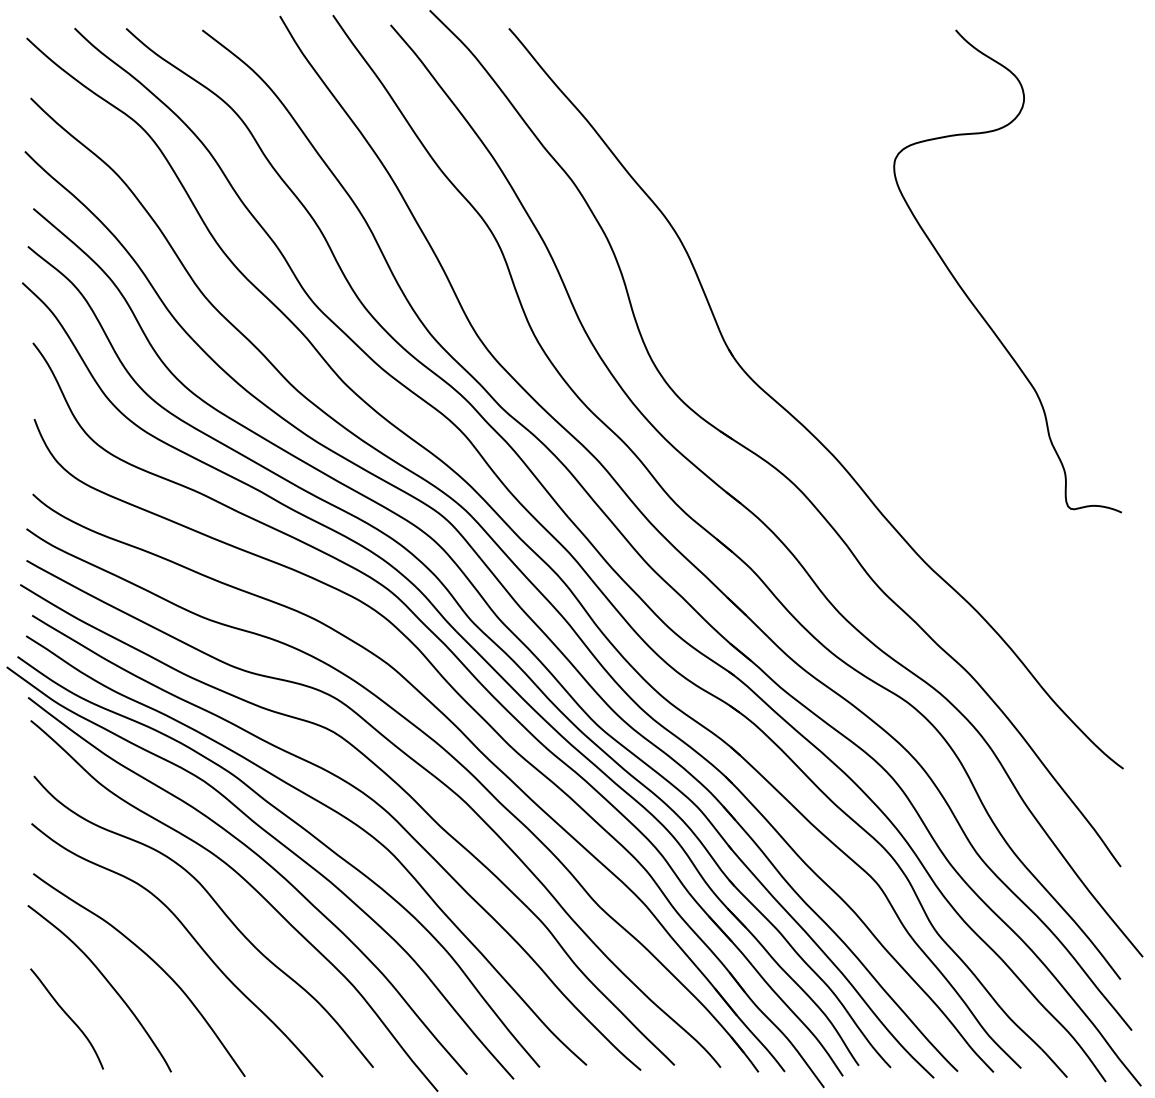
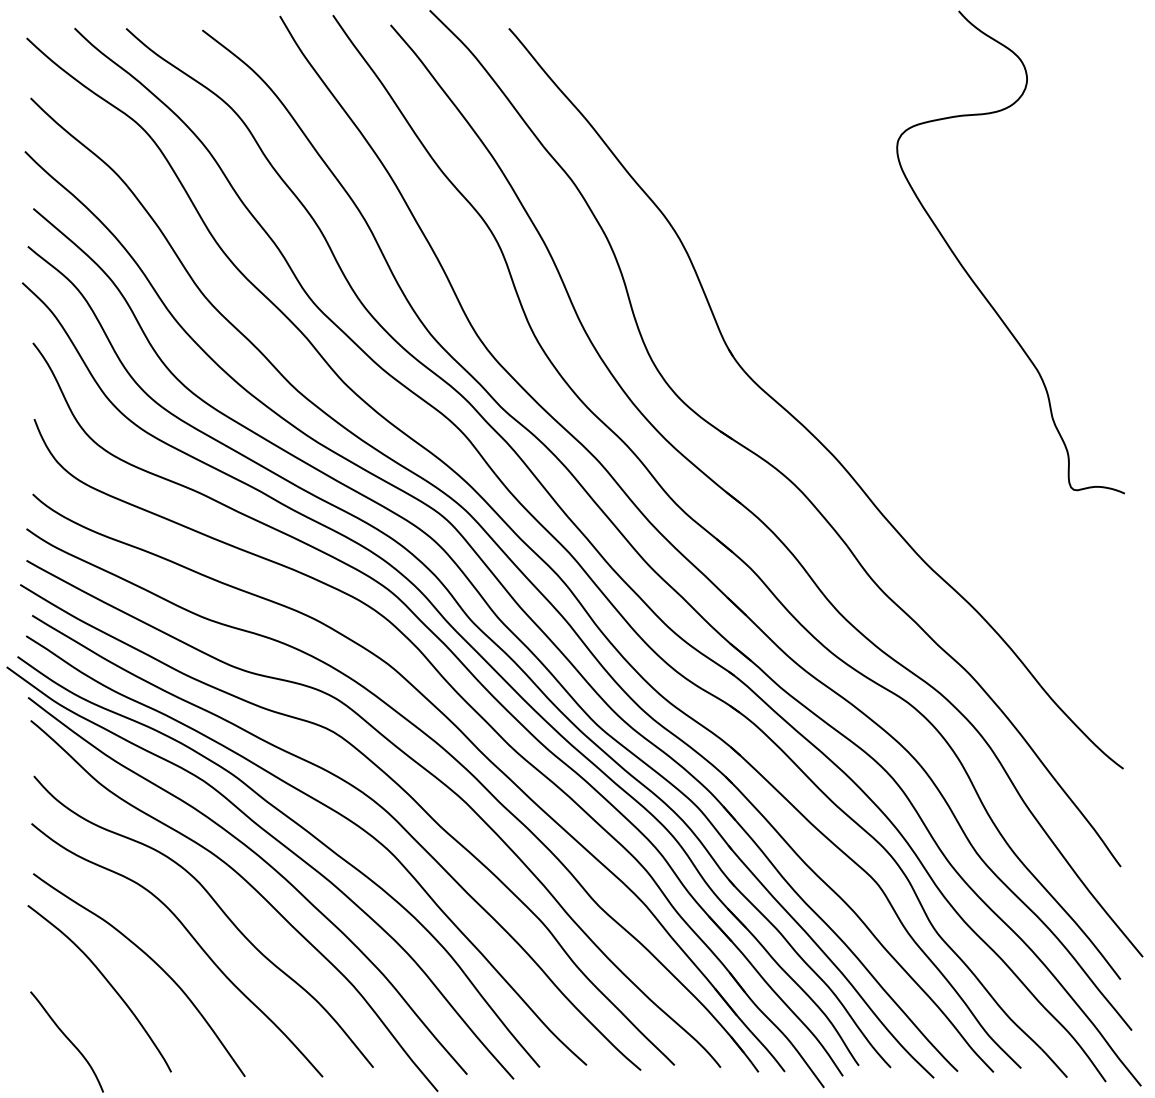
curve at (969, 297) position: (969, 297) -> (972, 278)
curve at (67, 1016) position: (67, 1016) -> (67, 1039)
